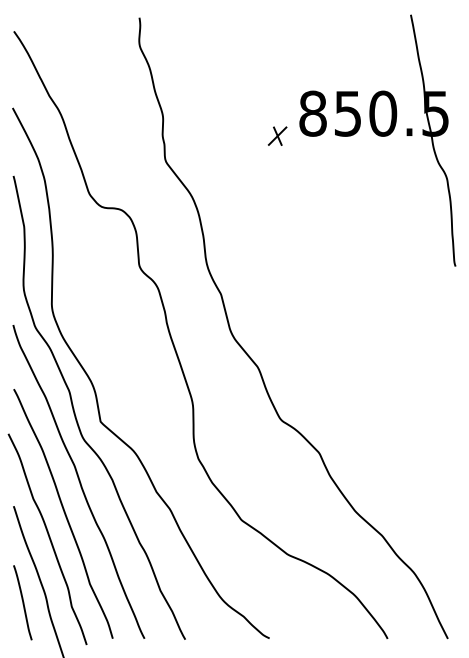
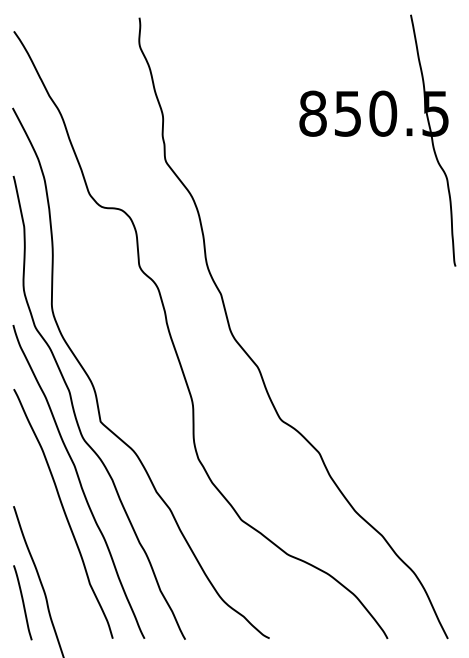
part at (277, 135): present -> none
curve at (49, 539): present -> none
